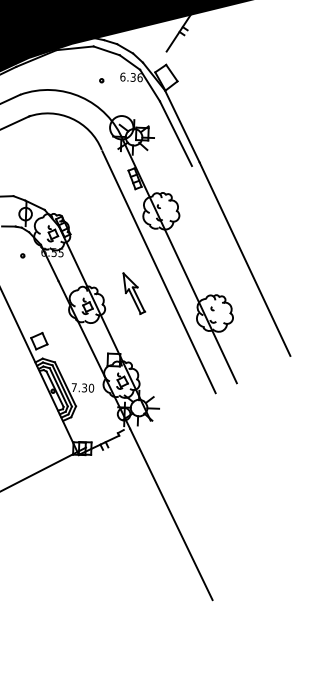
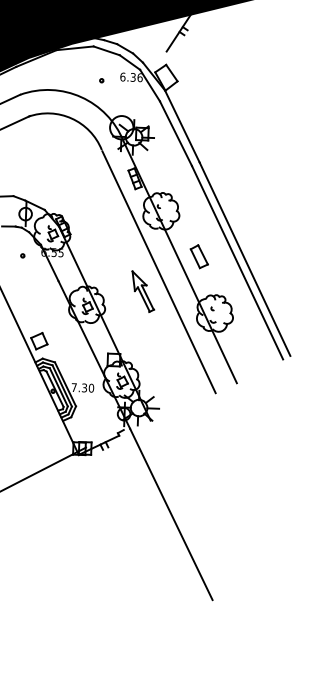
part at (198, 256): none -> present
line at (237, 262): none -> present
part at (134, 293) position: (134, 293) -> (143, 291)
